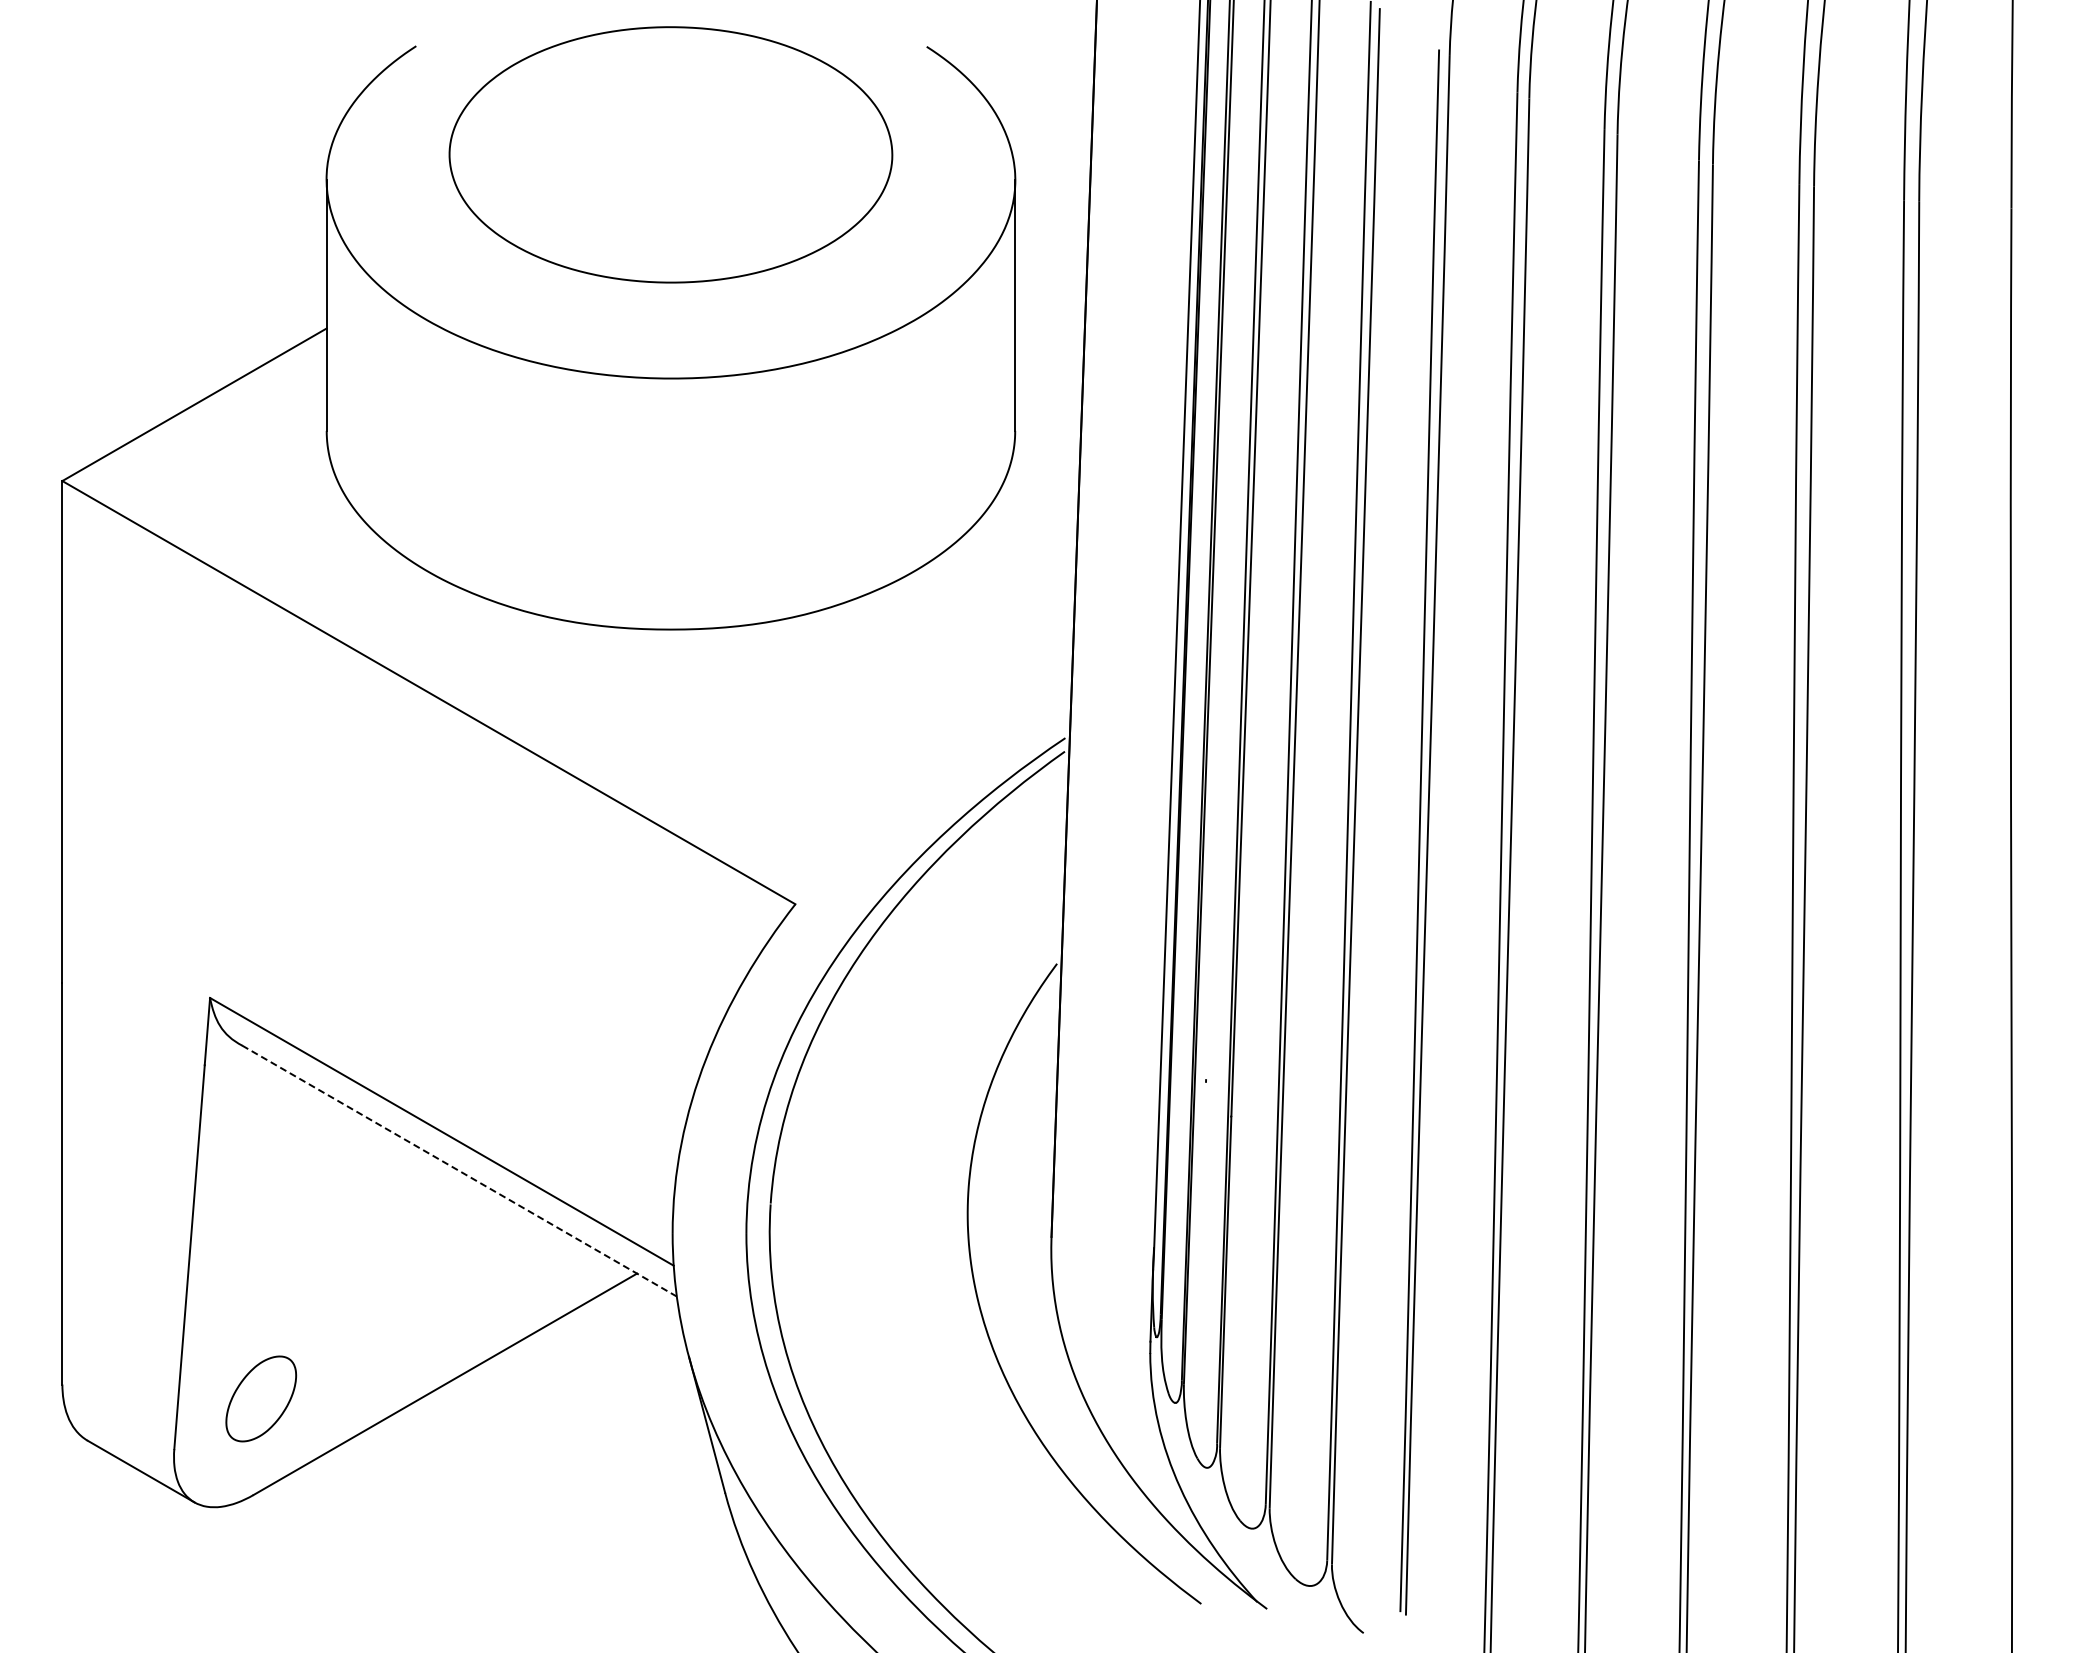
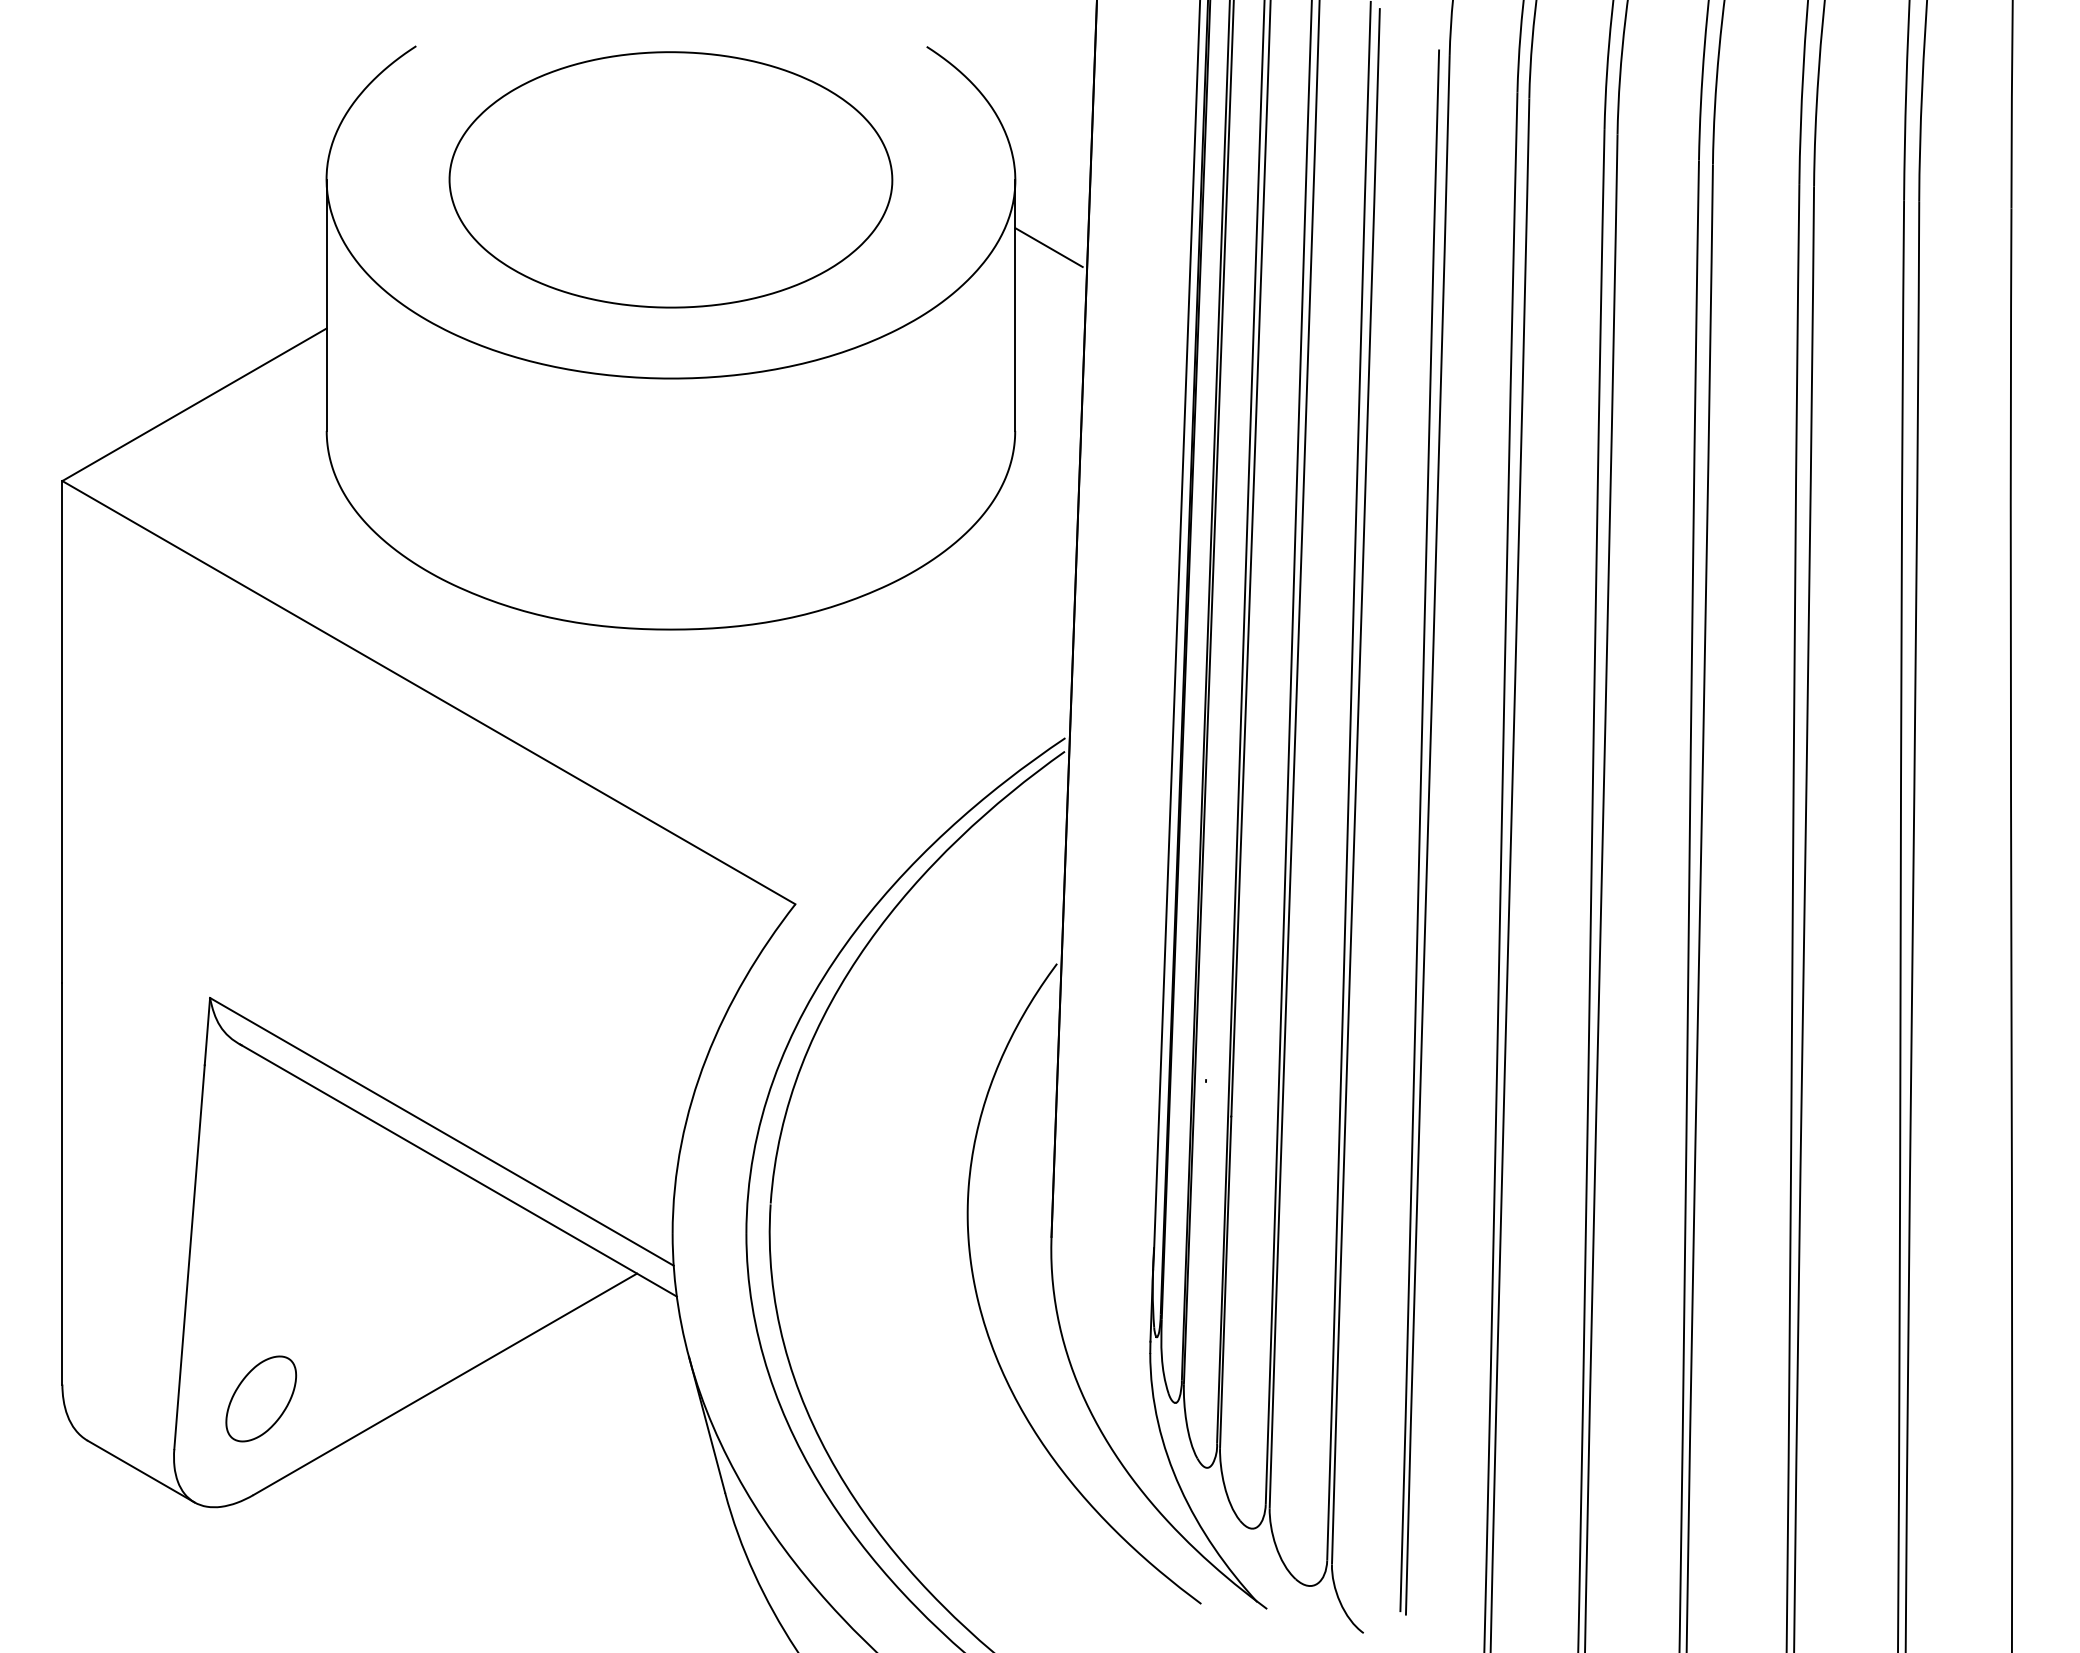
part at (670, 154) position: (670, 154) -> (670, 179)
line at (1048, 247): none -> present
line at (458, 1170): dashed -> solid
